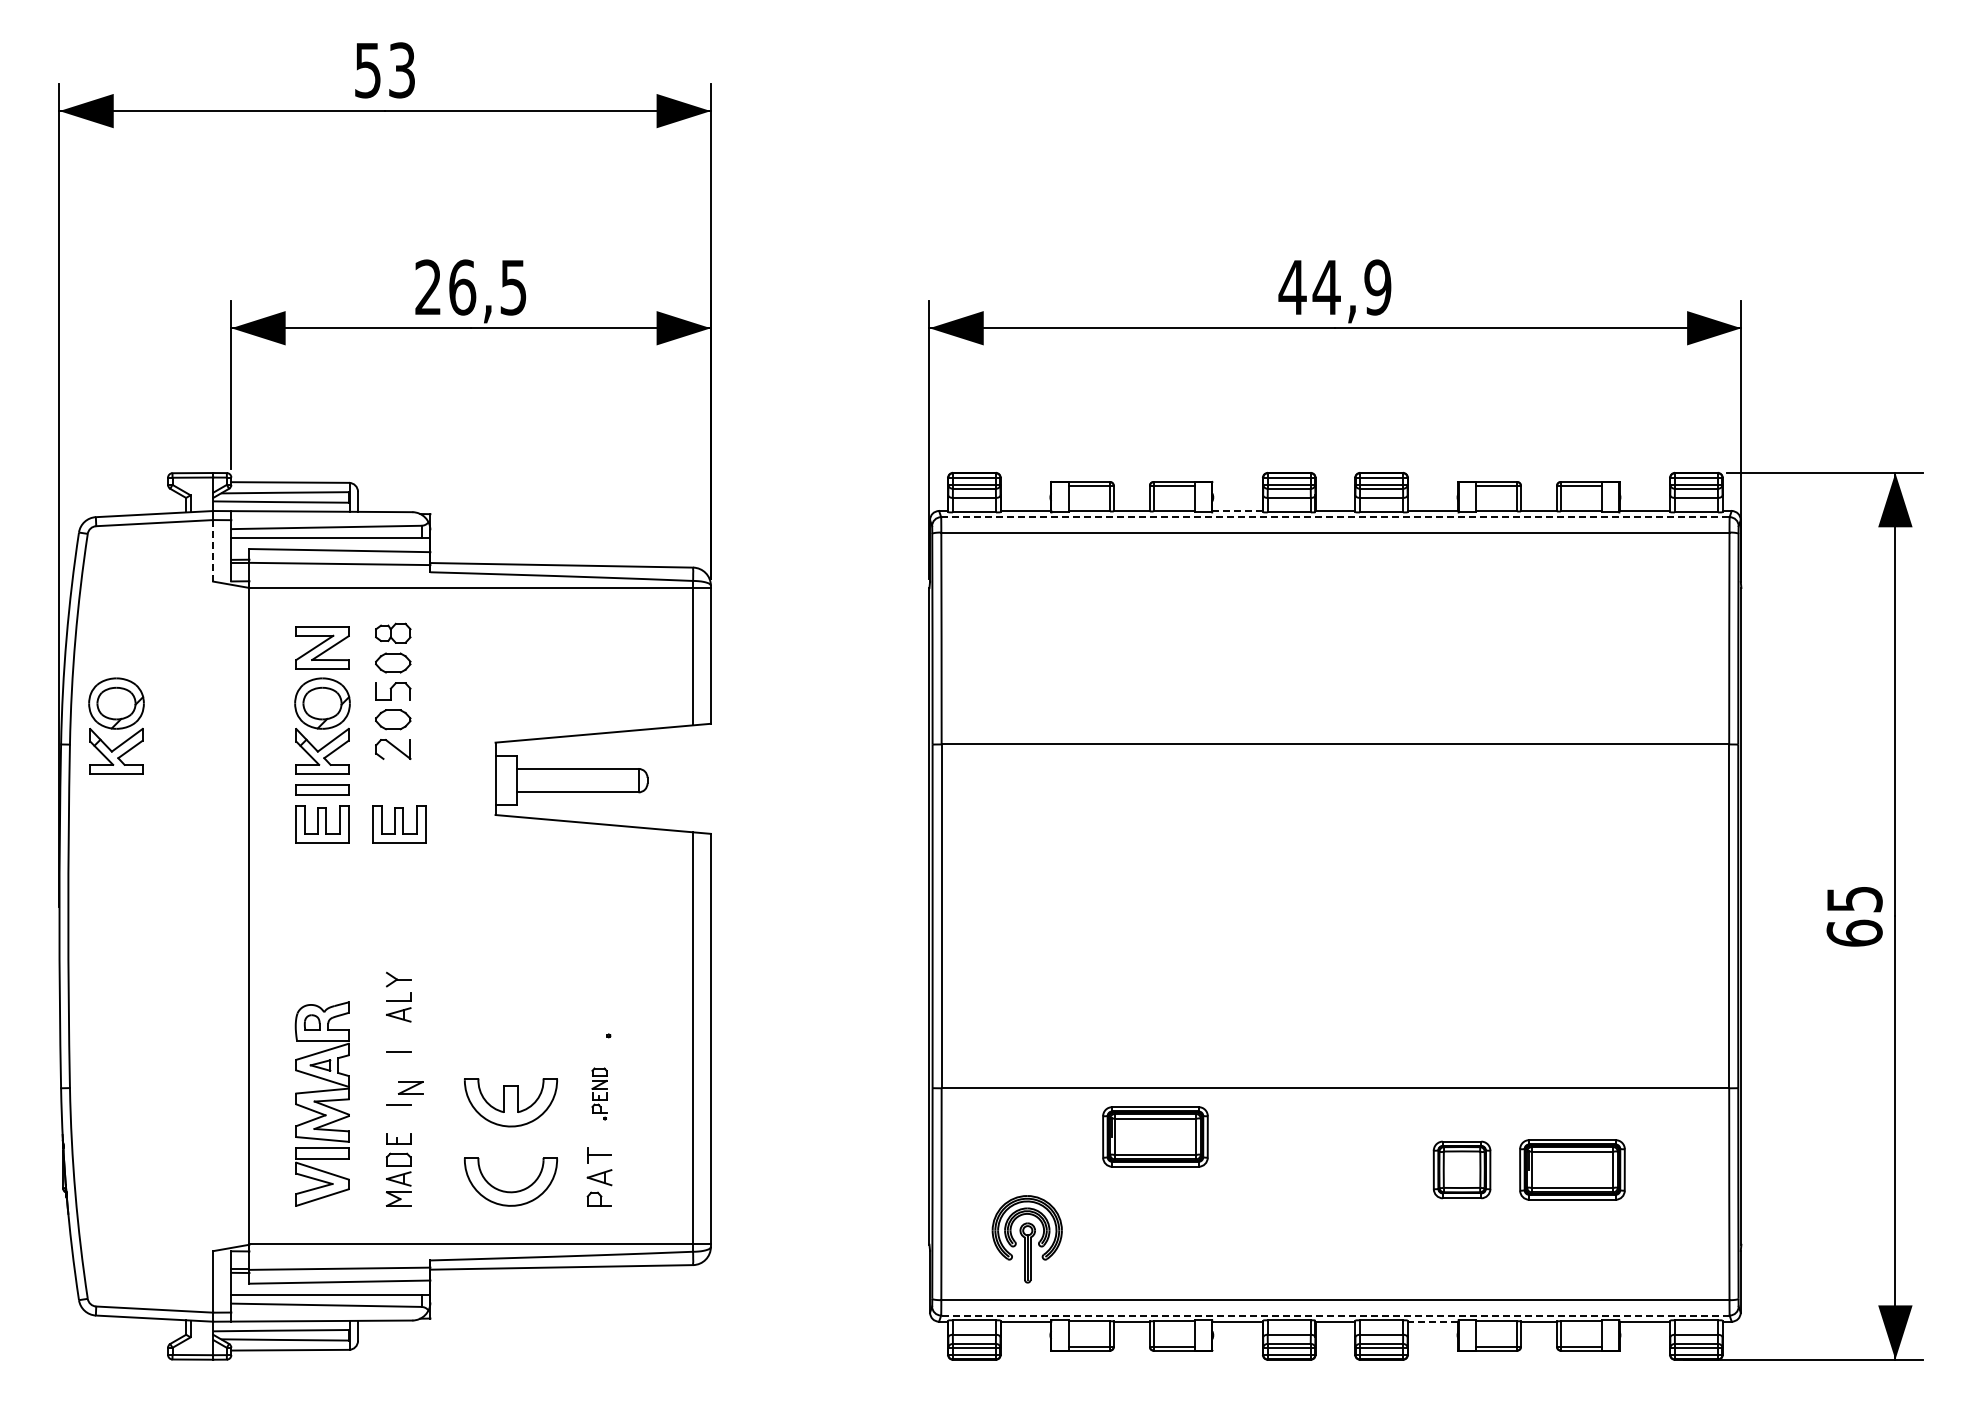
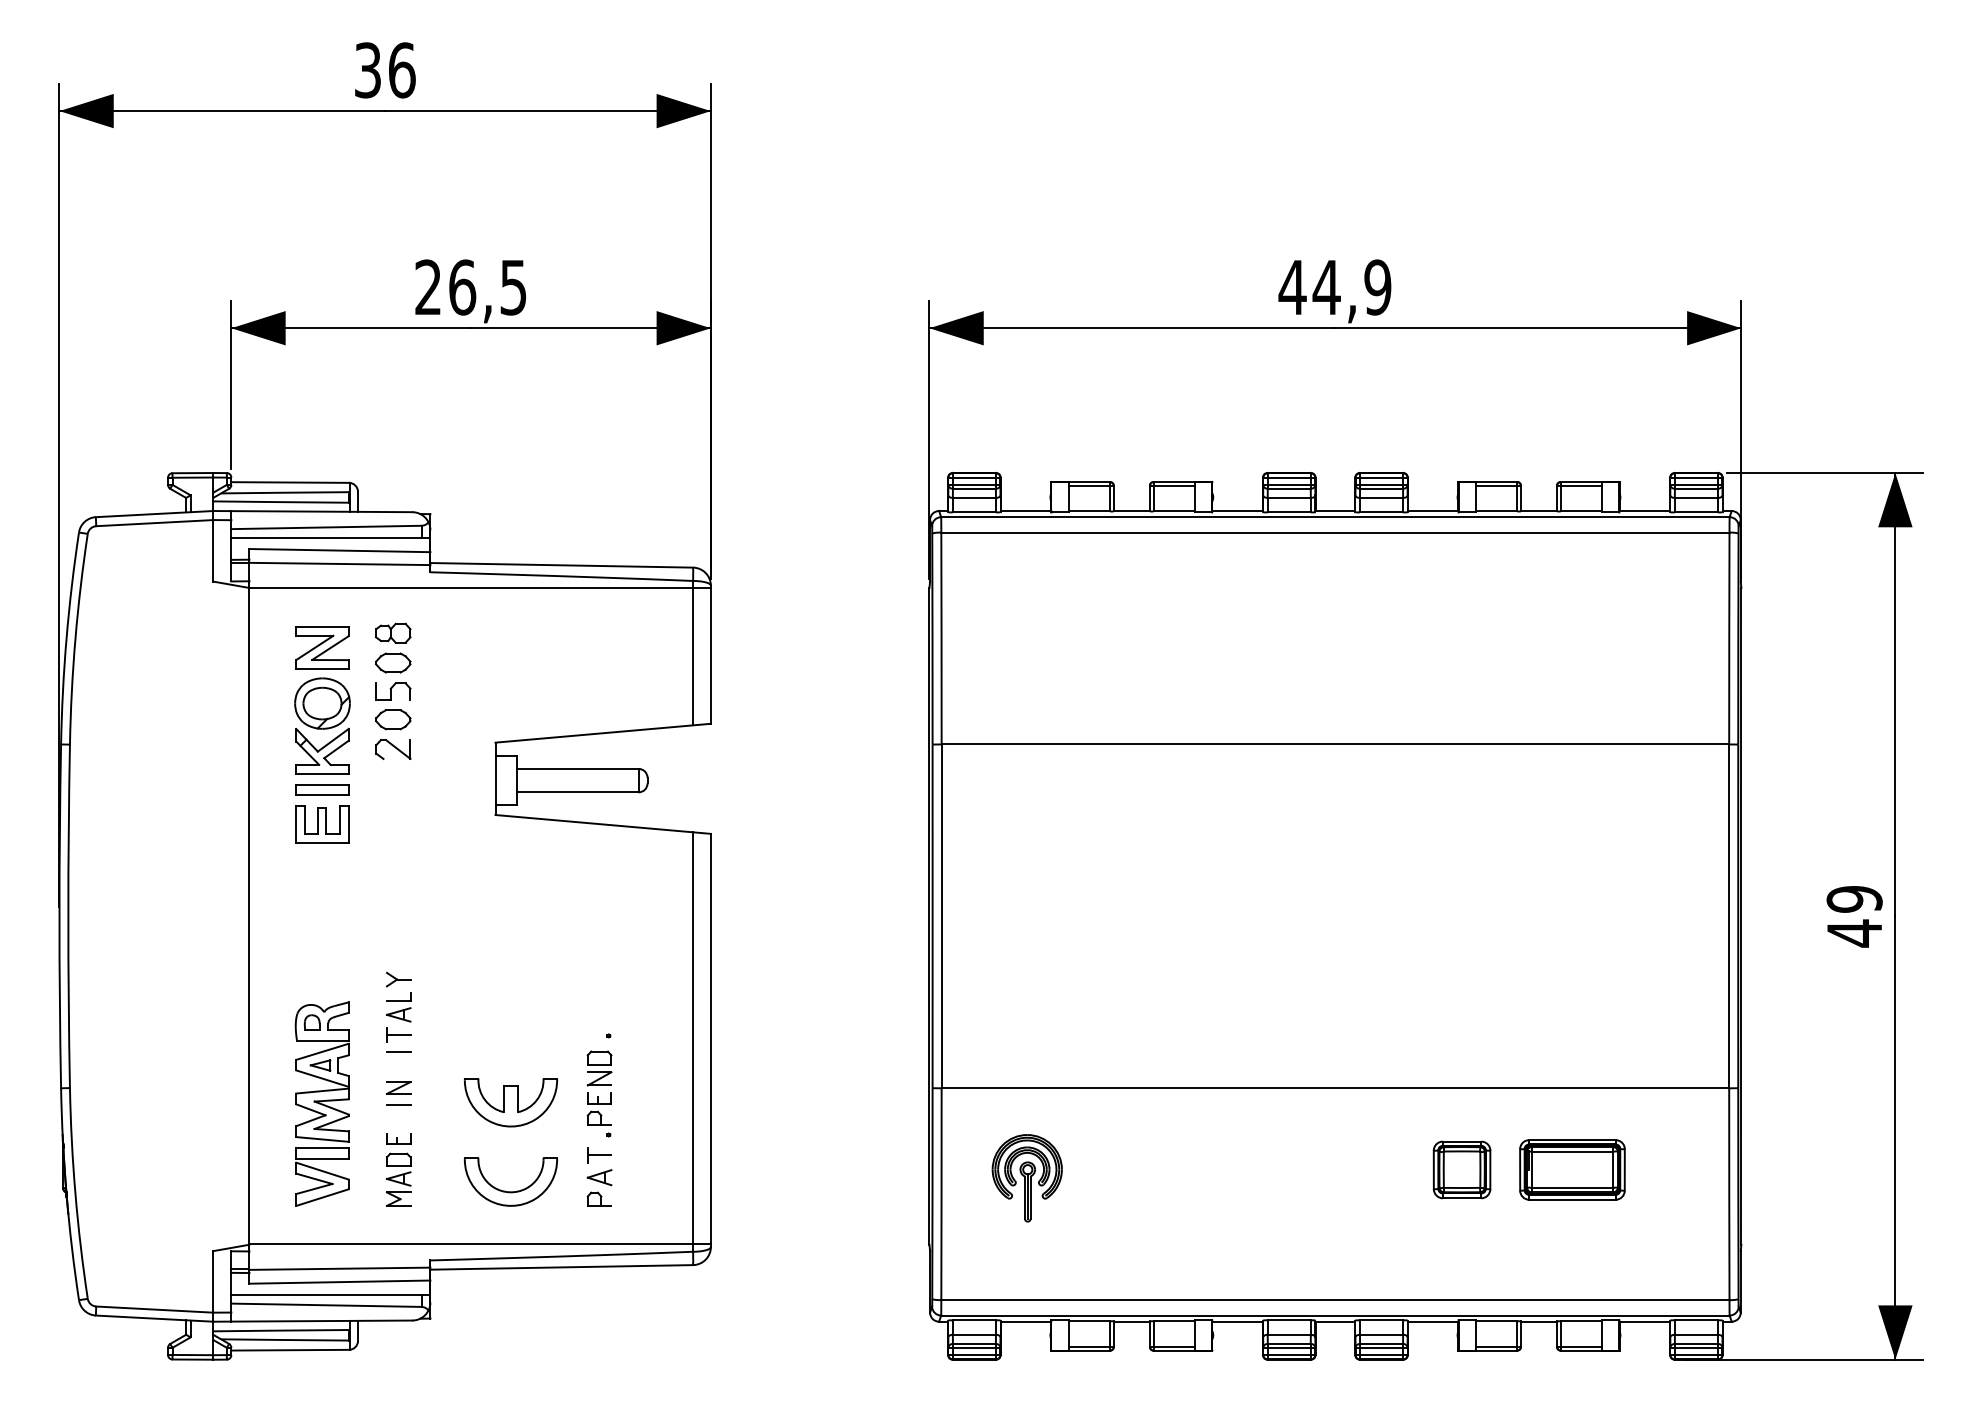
text at (385, 70): 53 -> 36
line at (1237, 511): dashed -> solid
line at (1335, 517): dashed -> solid
line at (213, 550): dashed -> solid
part at (116, 725): present -> none
part at (399, 824): present -> none
text at (1854, 916): 65 -> 49
part at (398, 1034): none -> present
part at (410, 1087) position: (410, 1087) -> (398, 1087)
part at (599, 1093) size: 17x54 px -> 27x88 px
part at (1155, 1136): present -> none
part at (1026, 1239) position: (1026, 1239) -> (1026, 1178)
line at (1334, 1315): dashed -> solid
line at (1432, 1321): dashed -> solid
